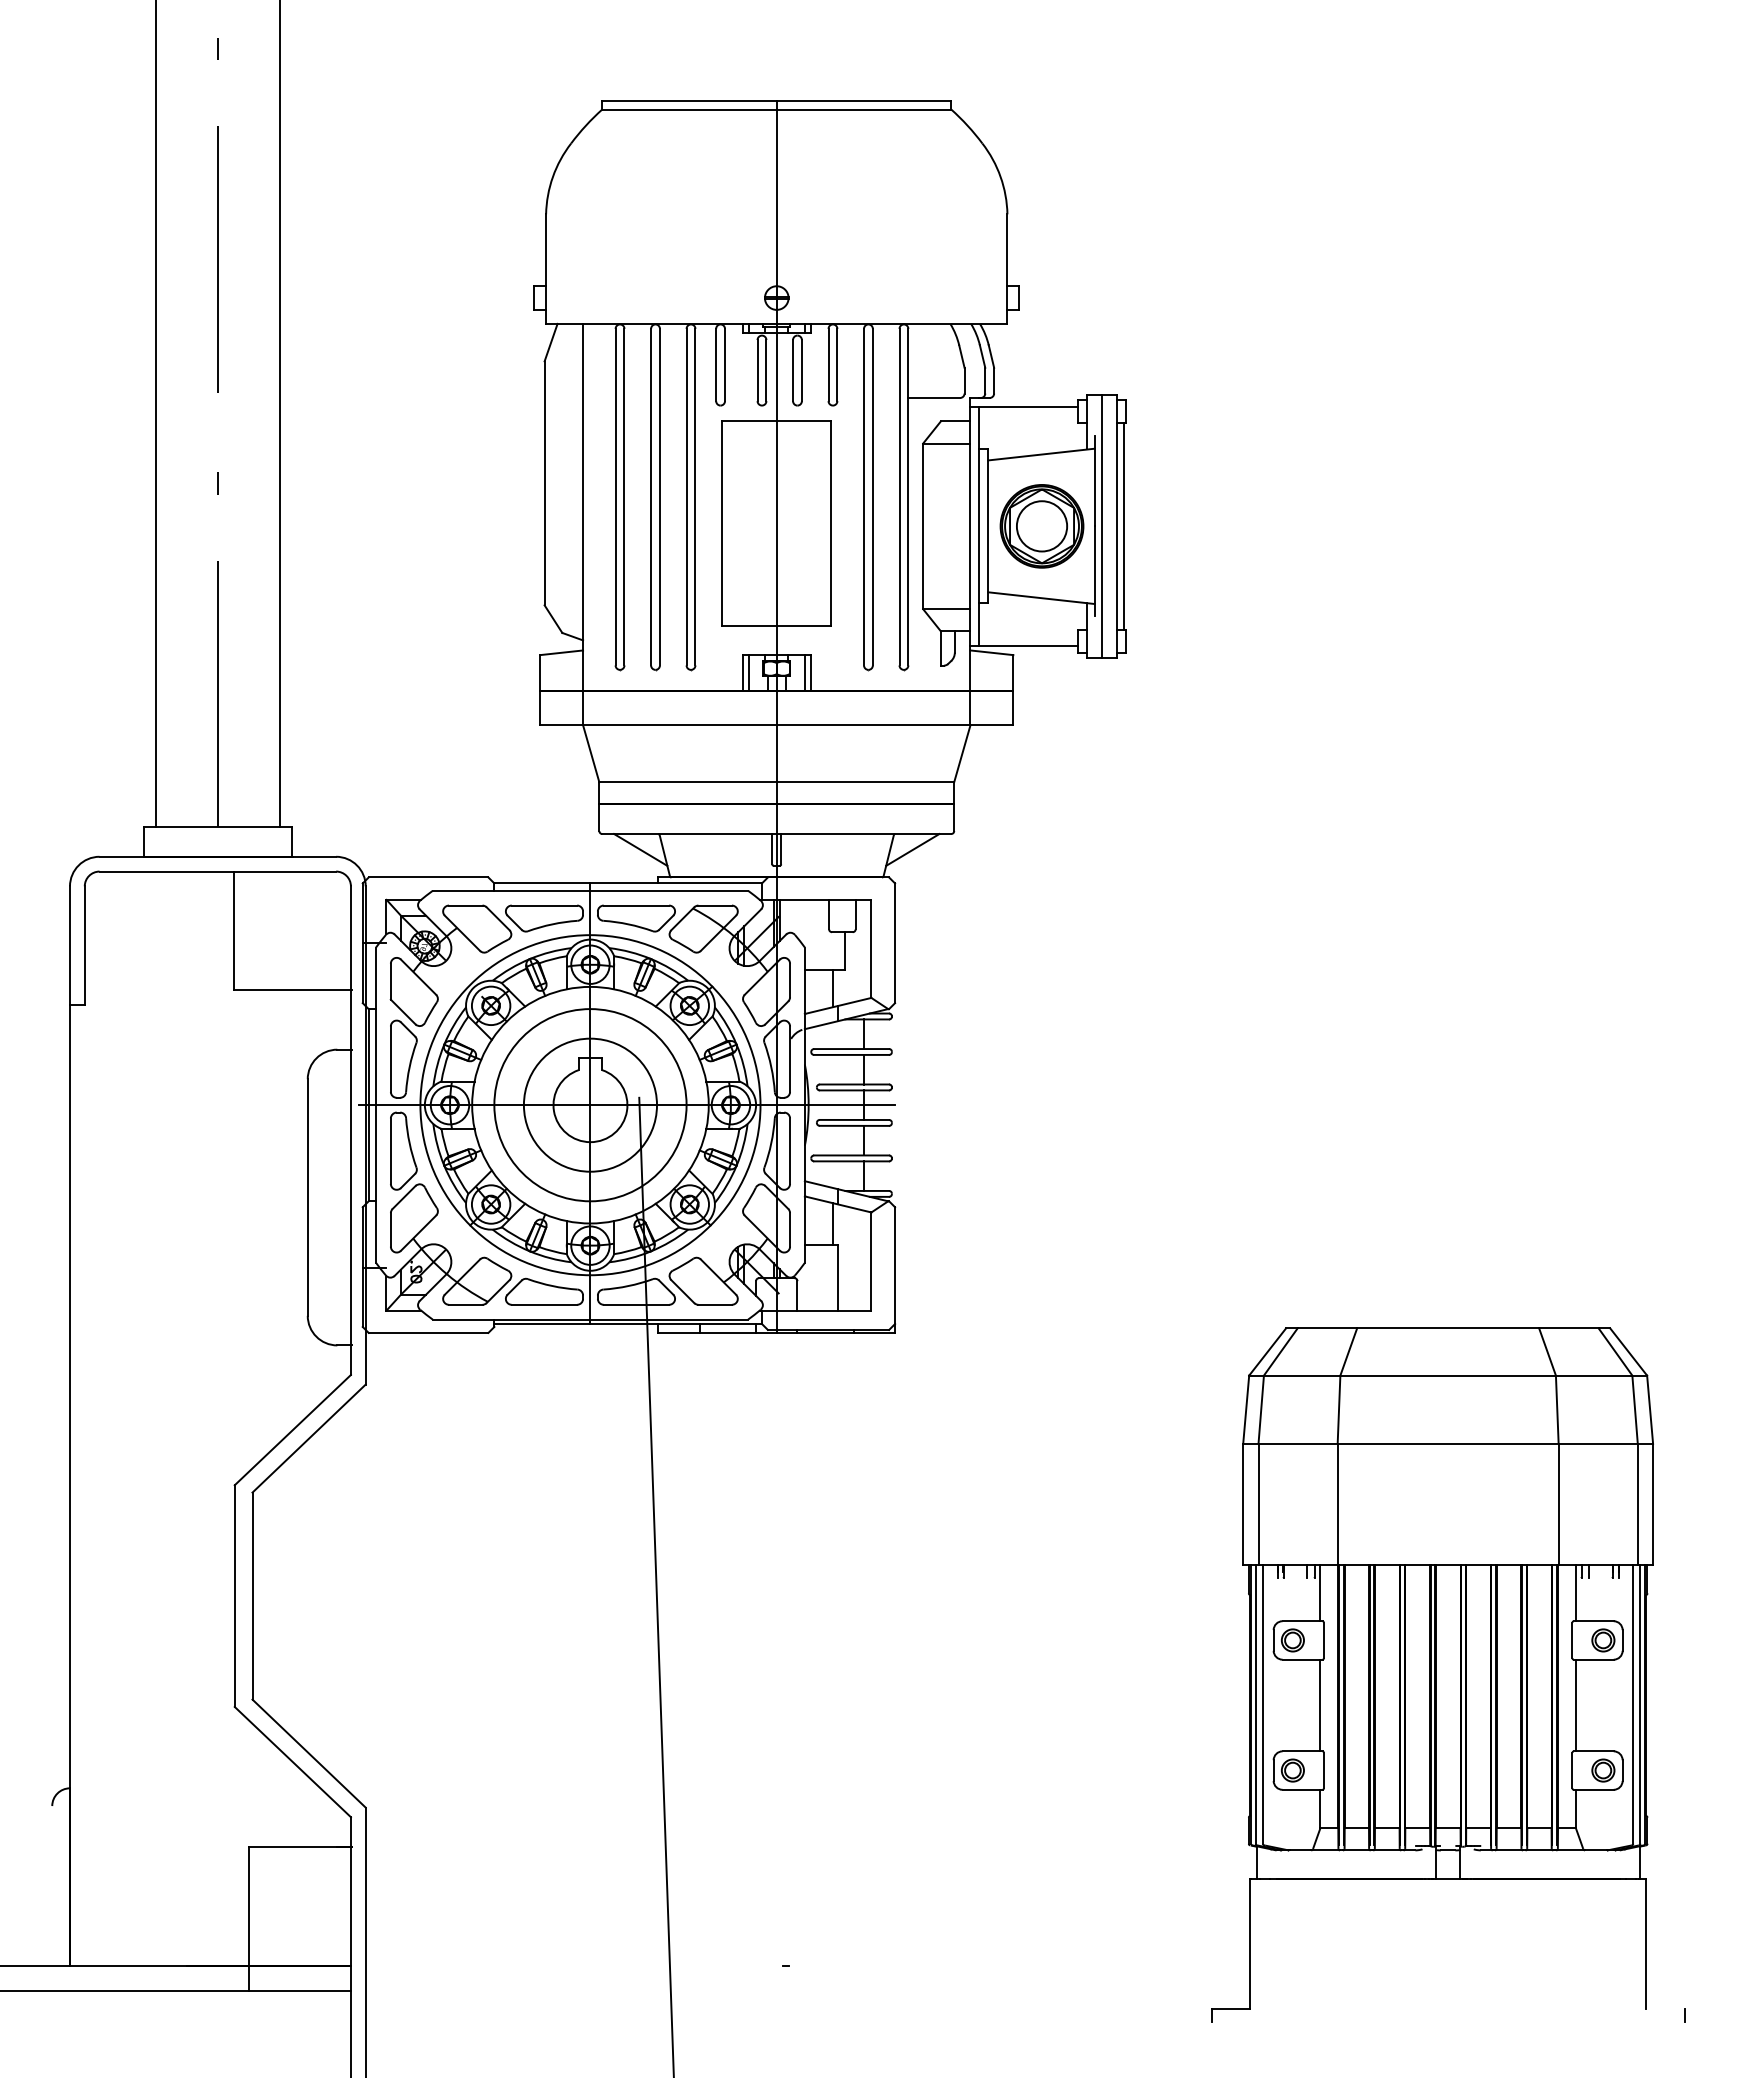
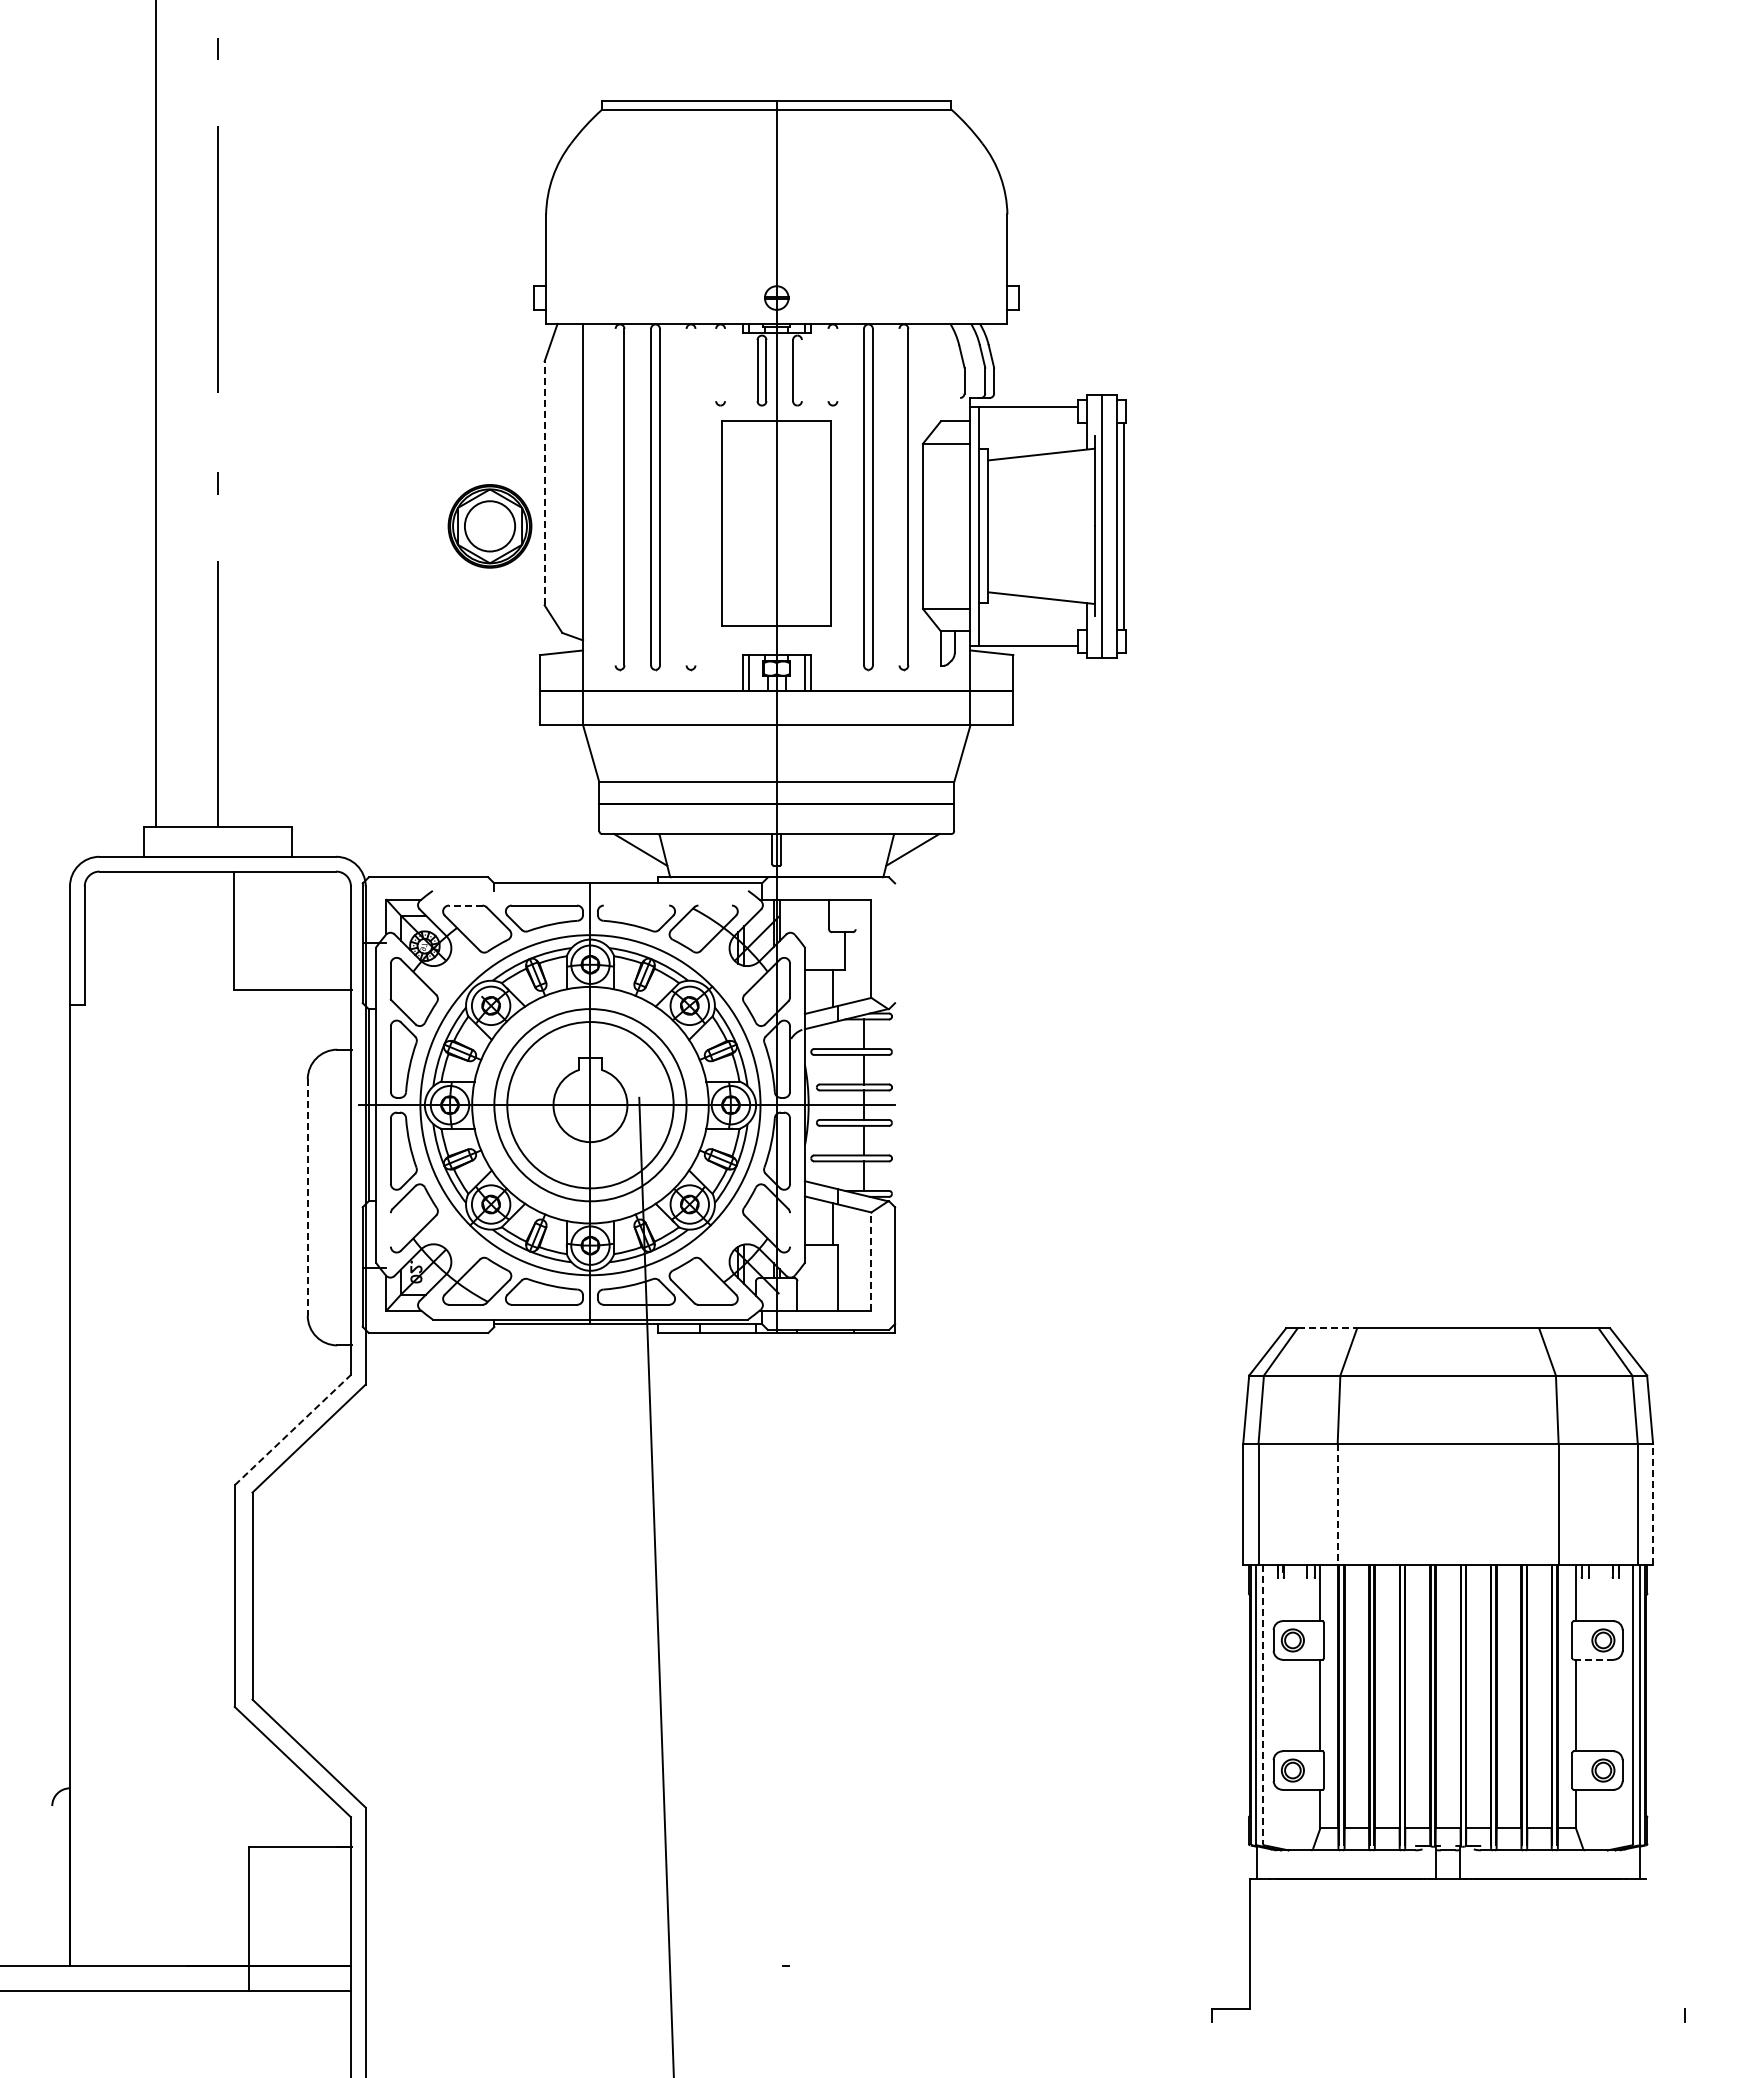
line at (716, 364): present -> none
line at (725, 364): present -> none
line at (828, 364): present -> none
line at (837, 364): present -> none
line at (801, 370): present -> none
line at (934, 397): present -> none
line at (279, 414): present -> none
line at (544, 483): solid -> dashed
line at (615, 496): present -> none
line at (686, 496): present -> none
line at (695, 496): present -> none
line at (899, 496): present -> none
part at (1041, 526) position: (1041, 526) -> (489, 526)
line at (590, 890): present -> none
line at (465, 905): solid -> dashed
line at (636, 905): present -> none
line at (714, 905): present -> none
line at (855, 914): present -> none
line at (895, 943): present -> none
circle at (590, 1104) diameter: 133 px -> 166 px
line at (307, 1198): solid -> dashed
line at (390, 1229): present -> none
line at (790, 1229): present -> none
line at (871, 1261): solid -> dashed
line at (1327, 1328): solid -> dashed
line at (293, 1429): solid -> dashed
line at (1337, 1504): solid -> dashed
line at (1653, 1504): solid -> dashed
line at (1593, 1659): solid -> dashed
line at (1263, 1704): solid -> dashed
line at (1646, 1943): present -> none
